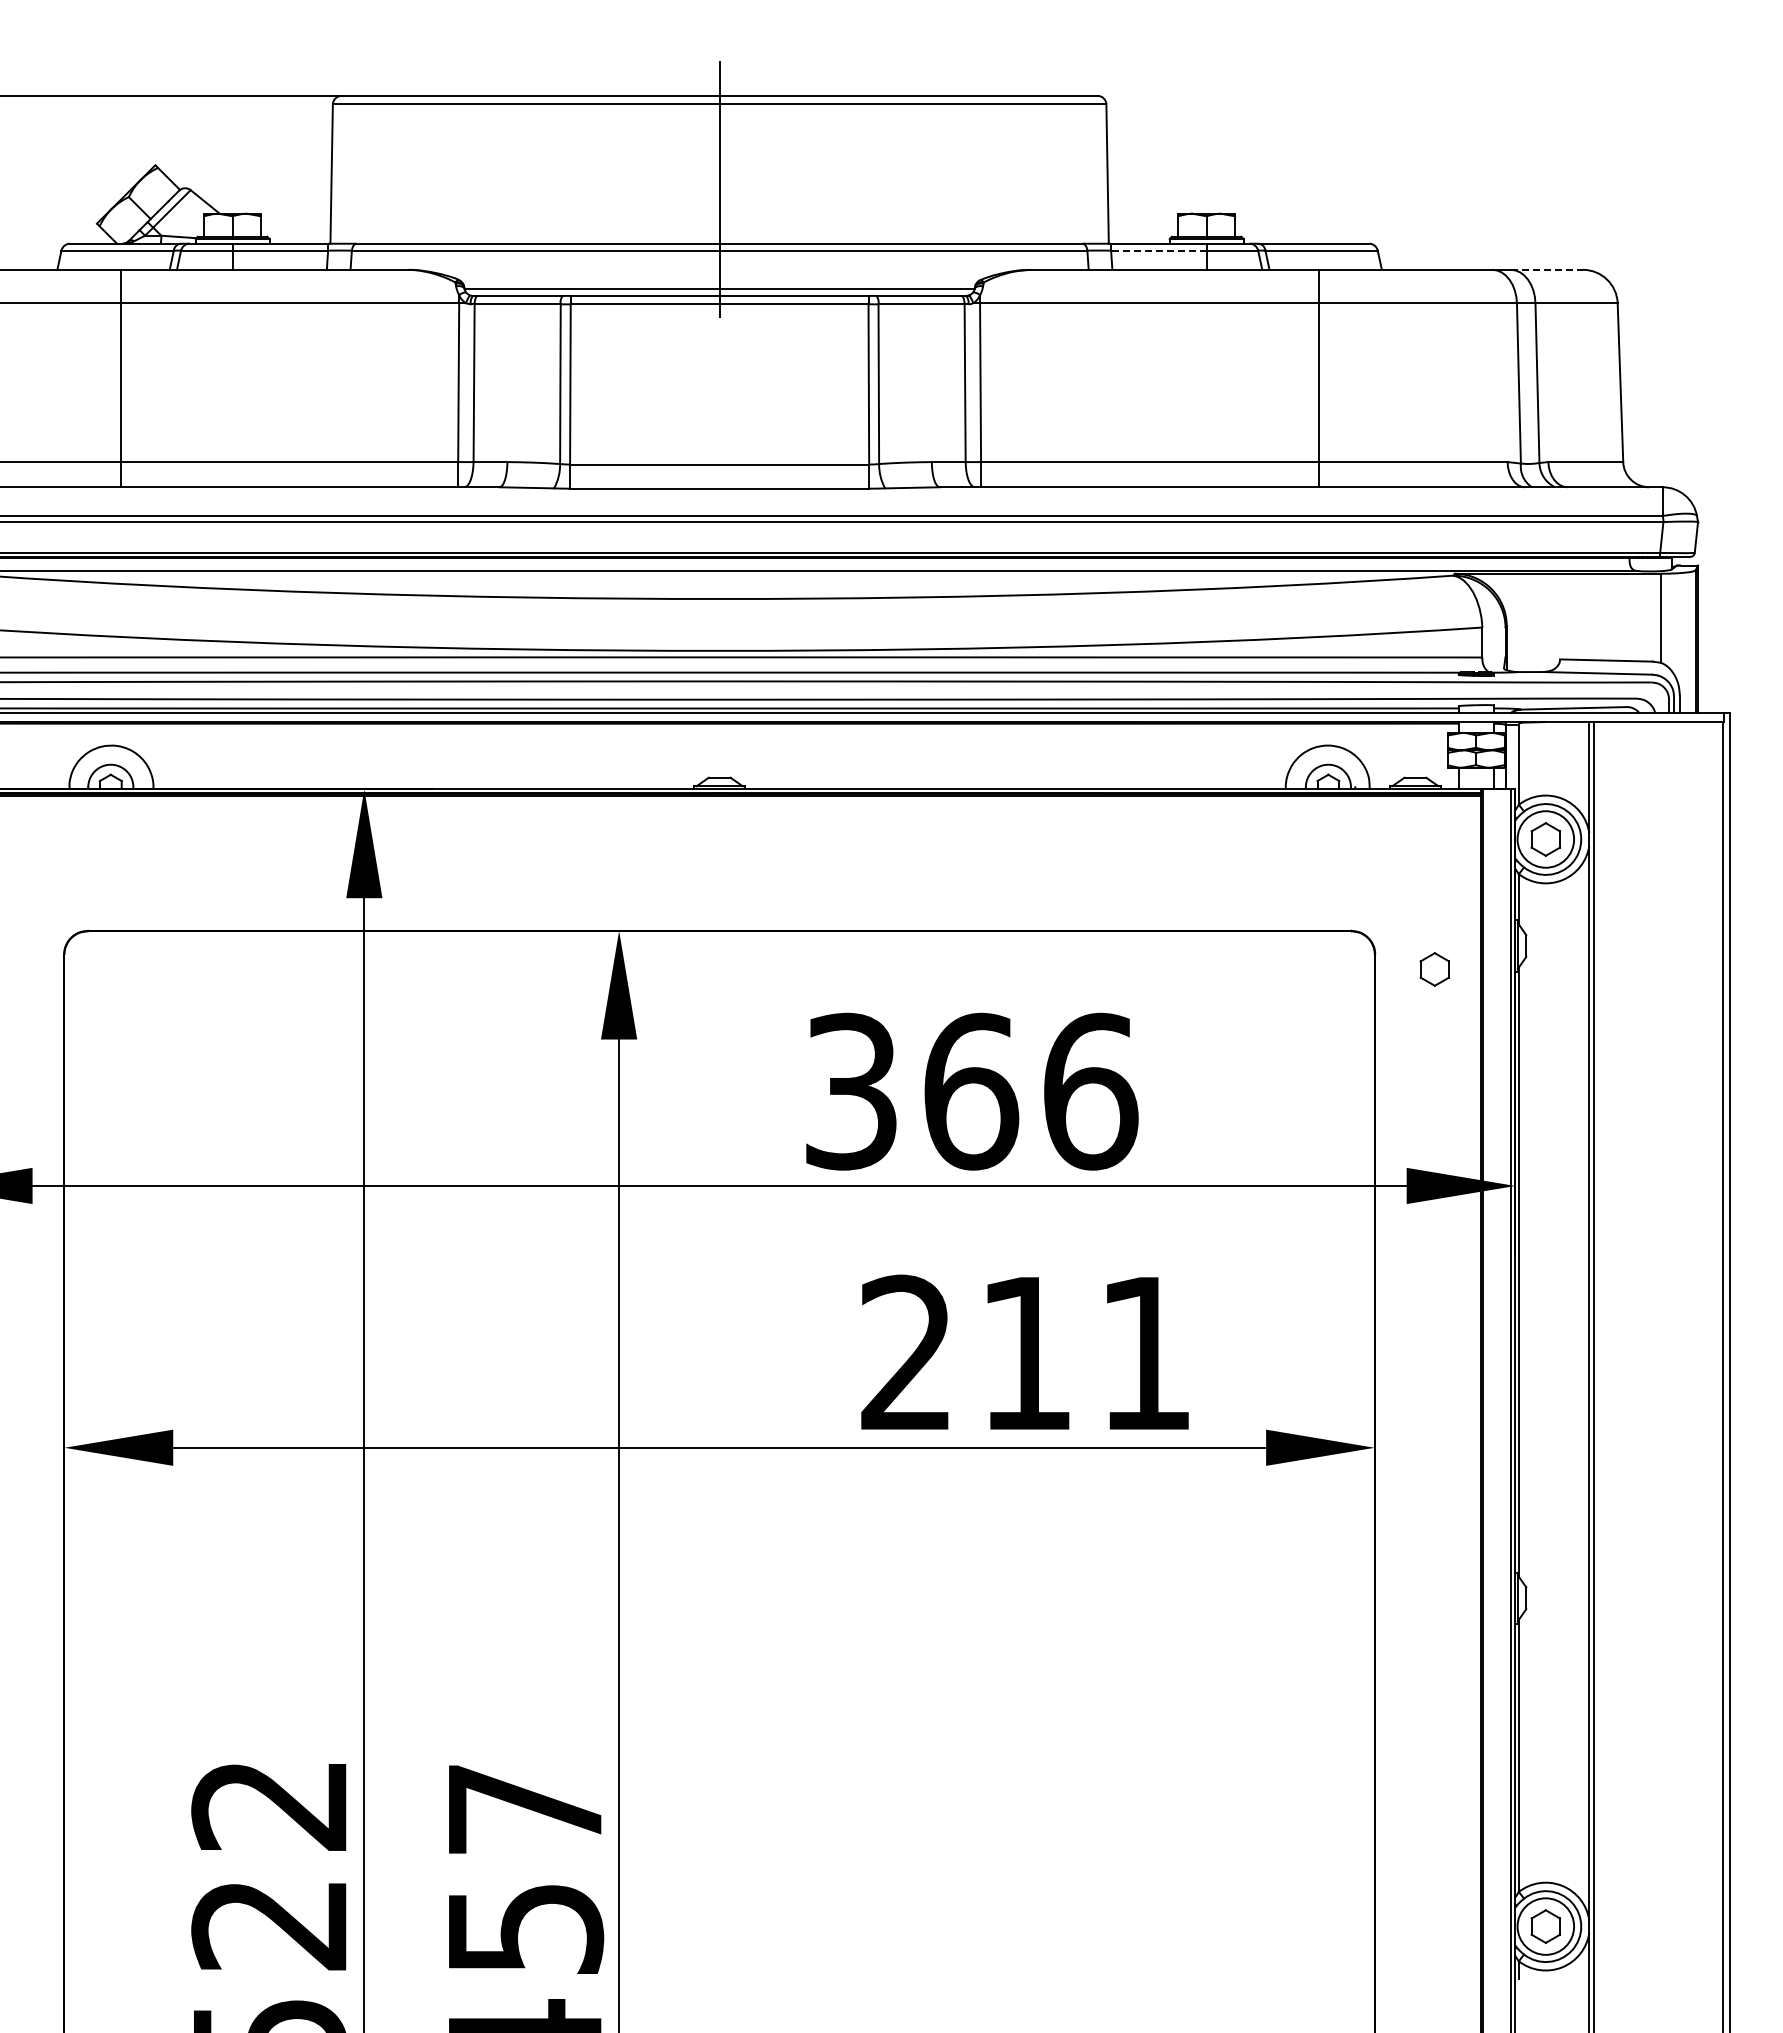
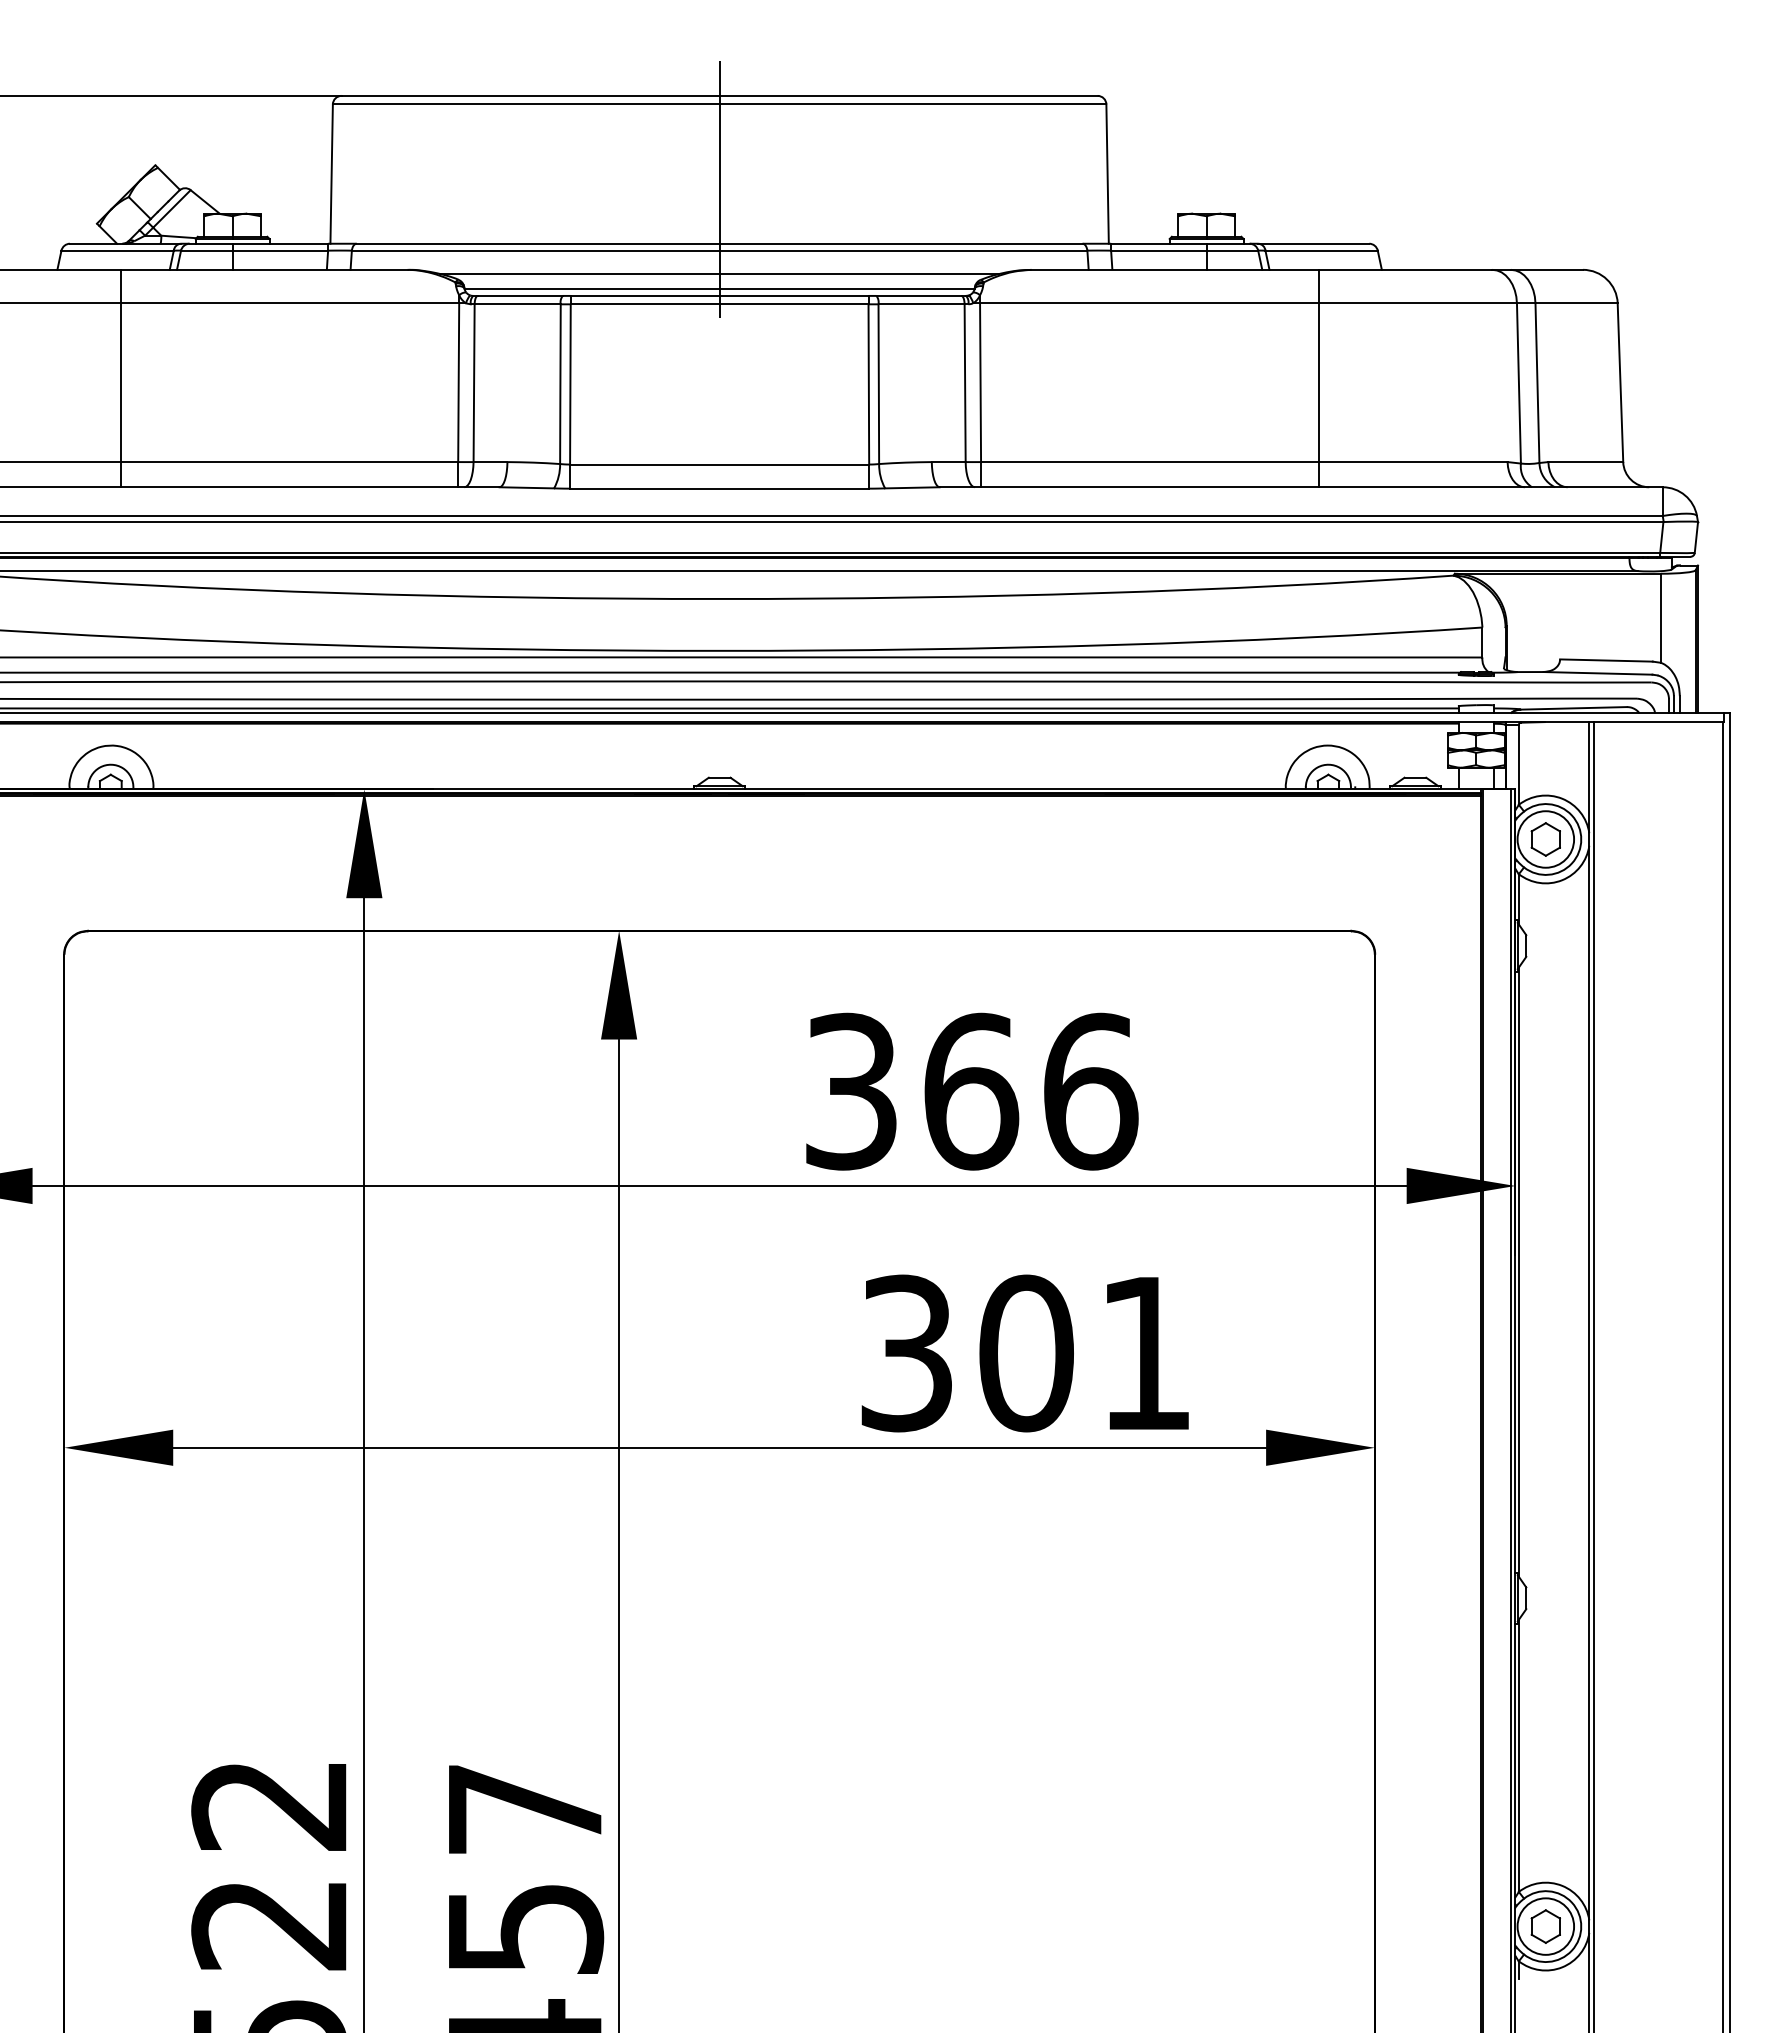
line at (1158, 250): dashed -> solid
line at (1547, 269): dashed -> solid
line at (719, 274): none -> present
part at (1434, 969): present -> none
text at (967, 1353): 211 -> 301
